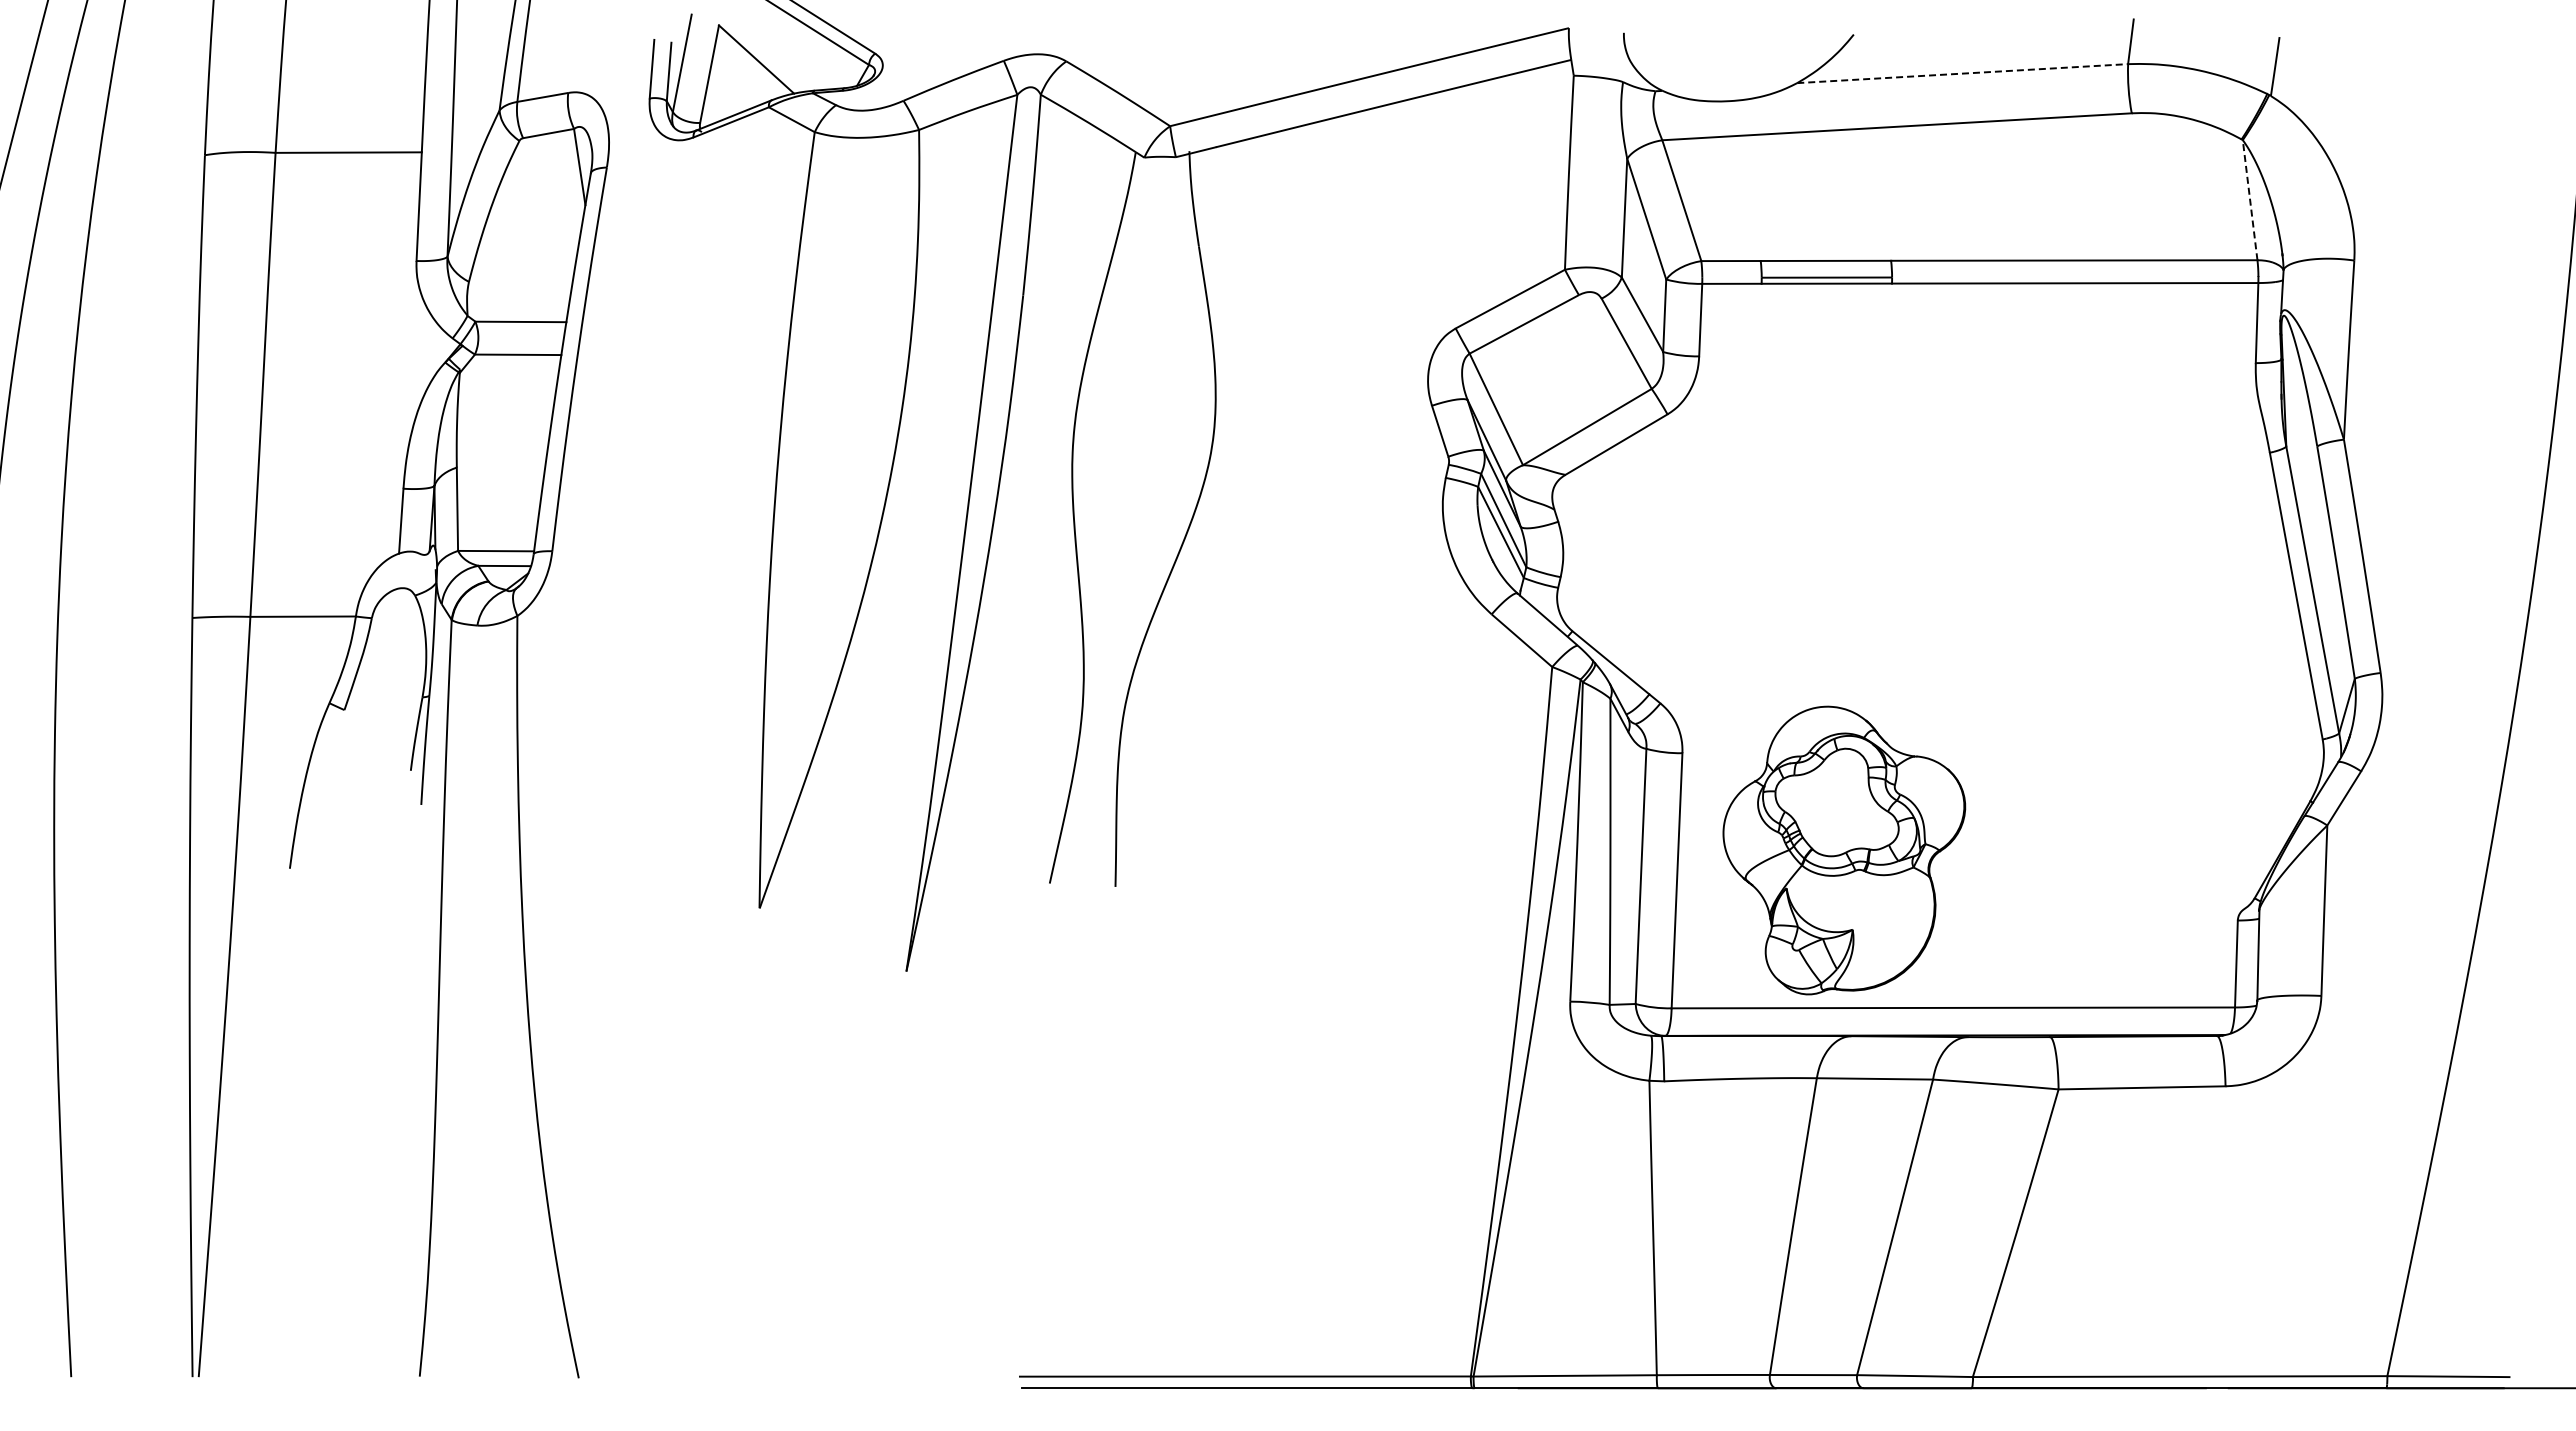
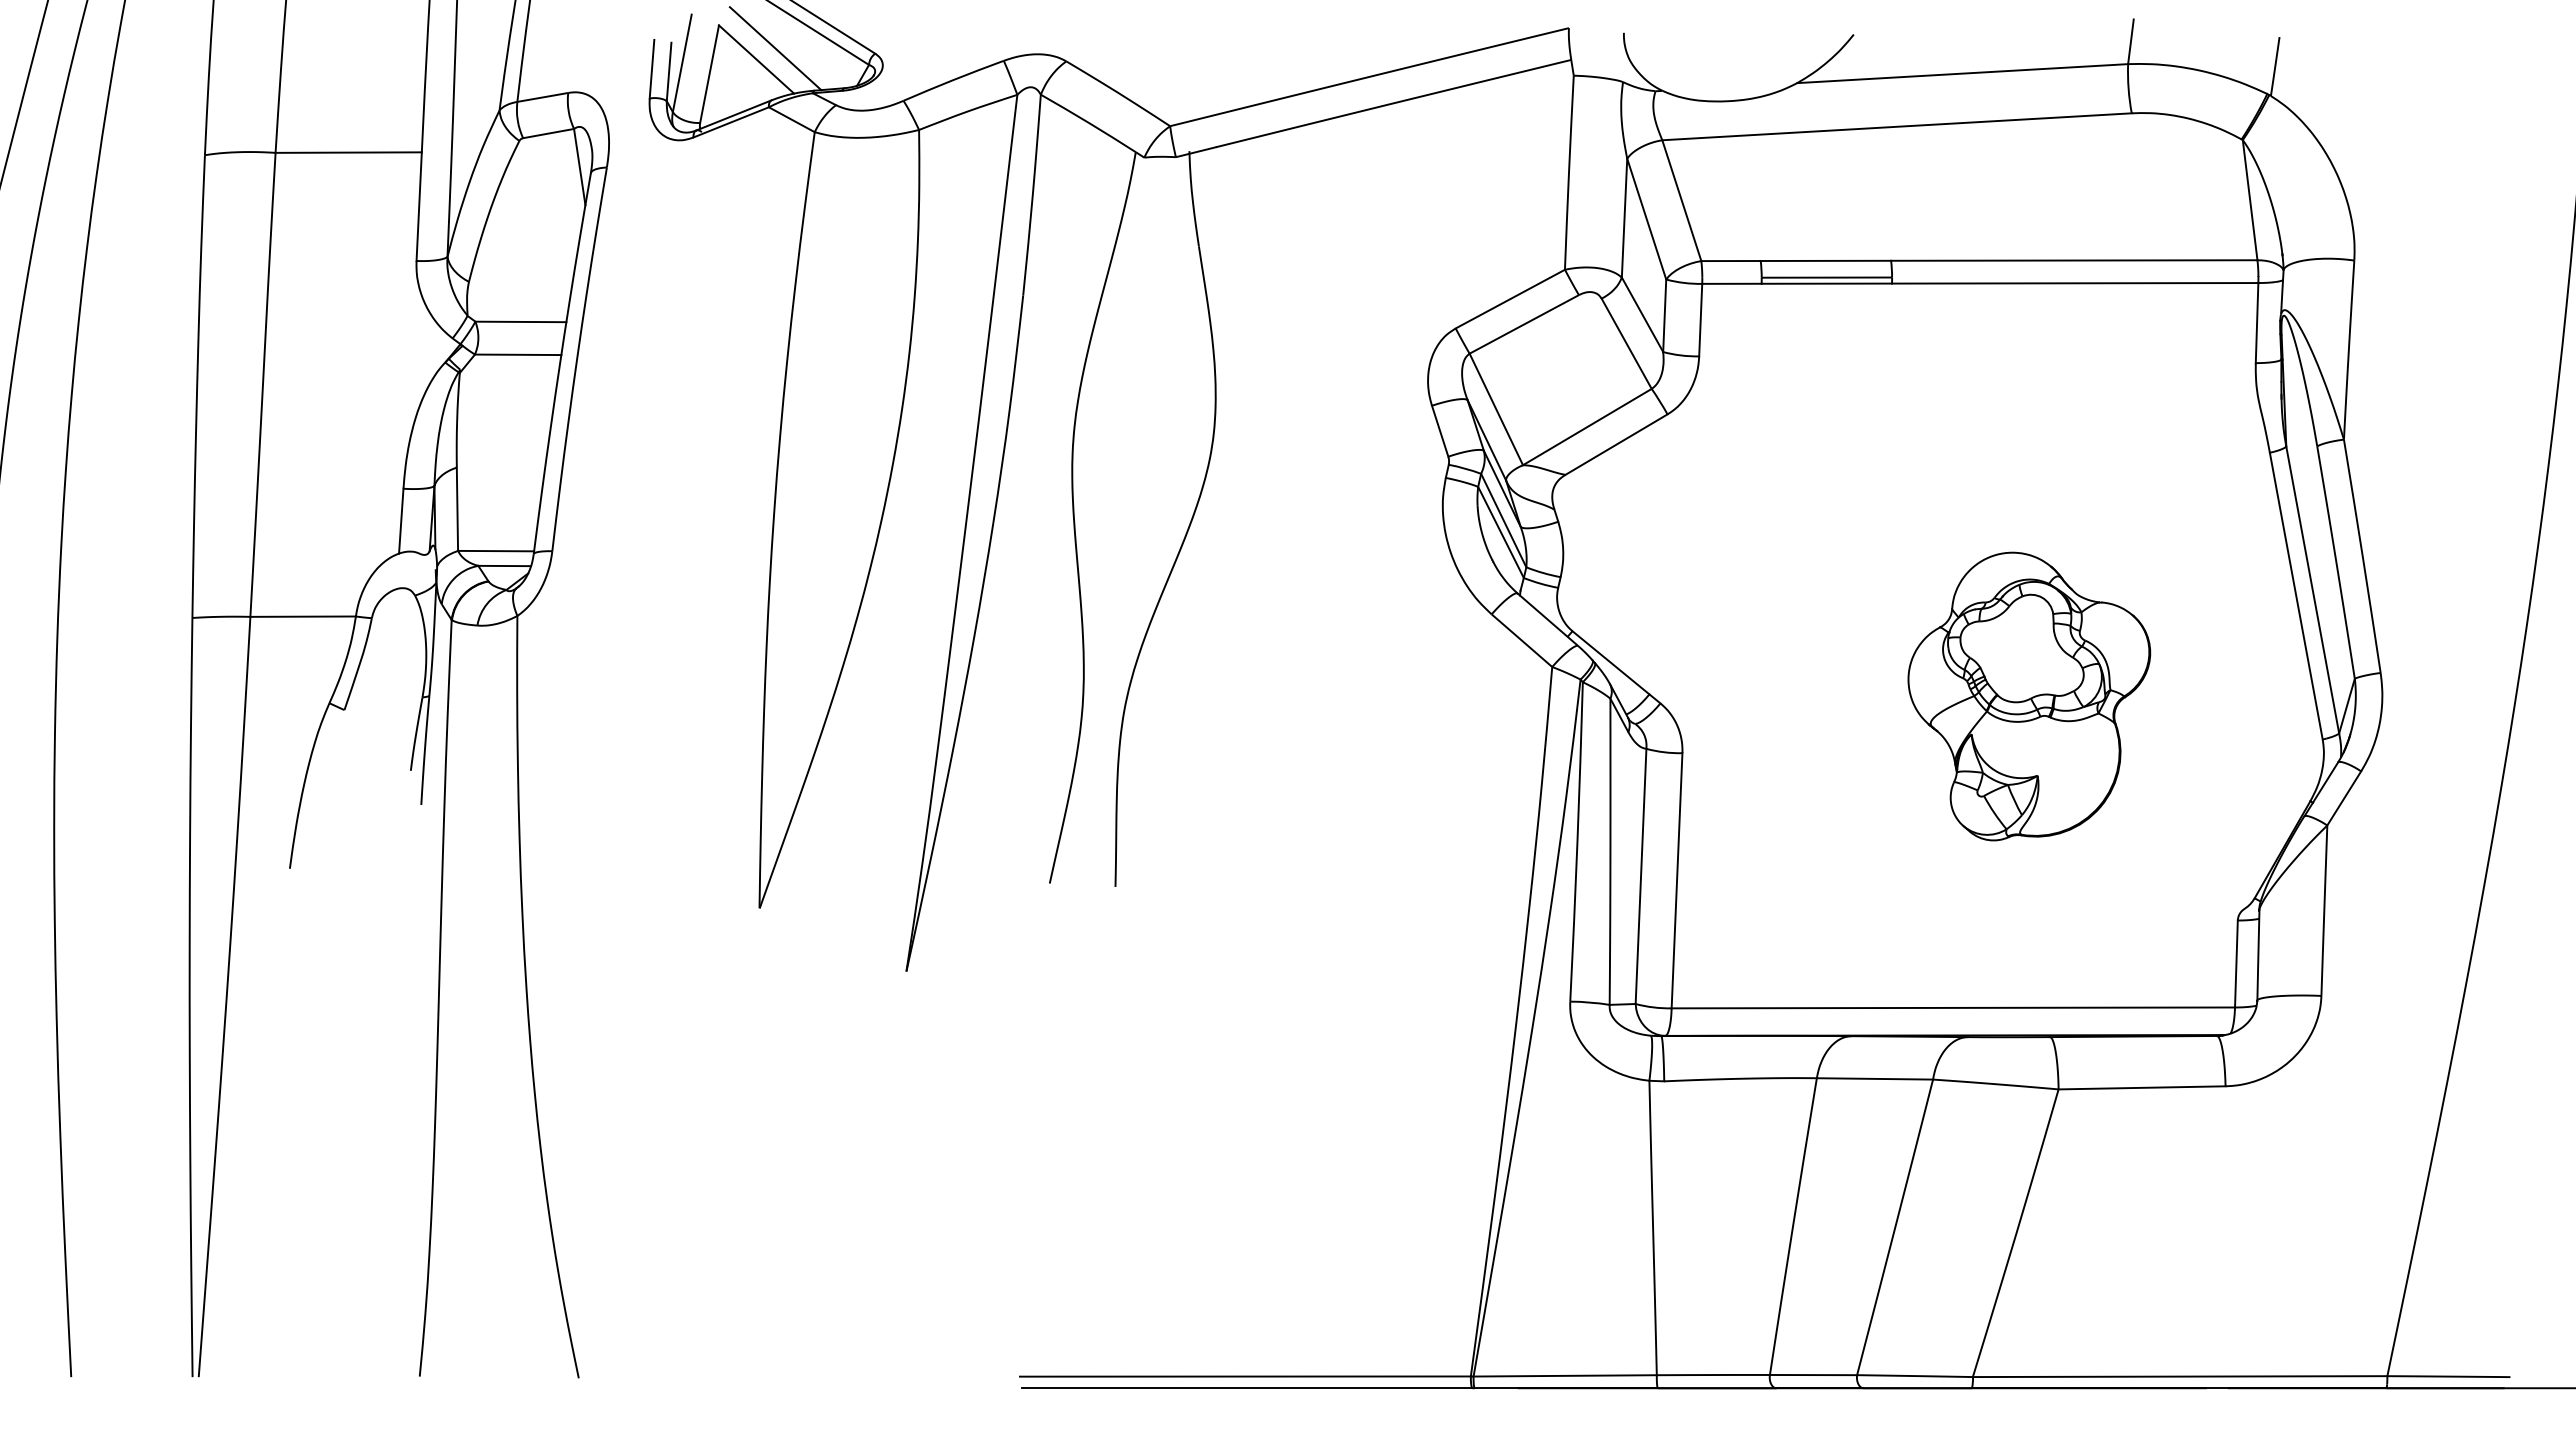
line at (775, 48): none -> present
line at (1962, 73): dashed -> solid
line at (2250, 200): dashed -> solid
part at (1844, 850) position: (1844, 850) -> (2029, 696)
